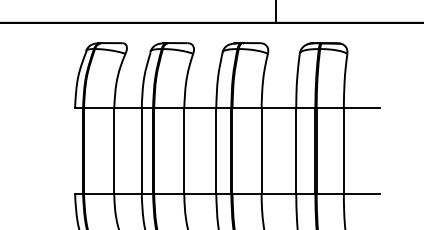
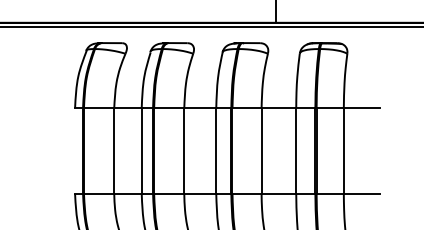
line at (211, 26): none -> present
